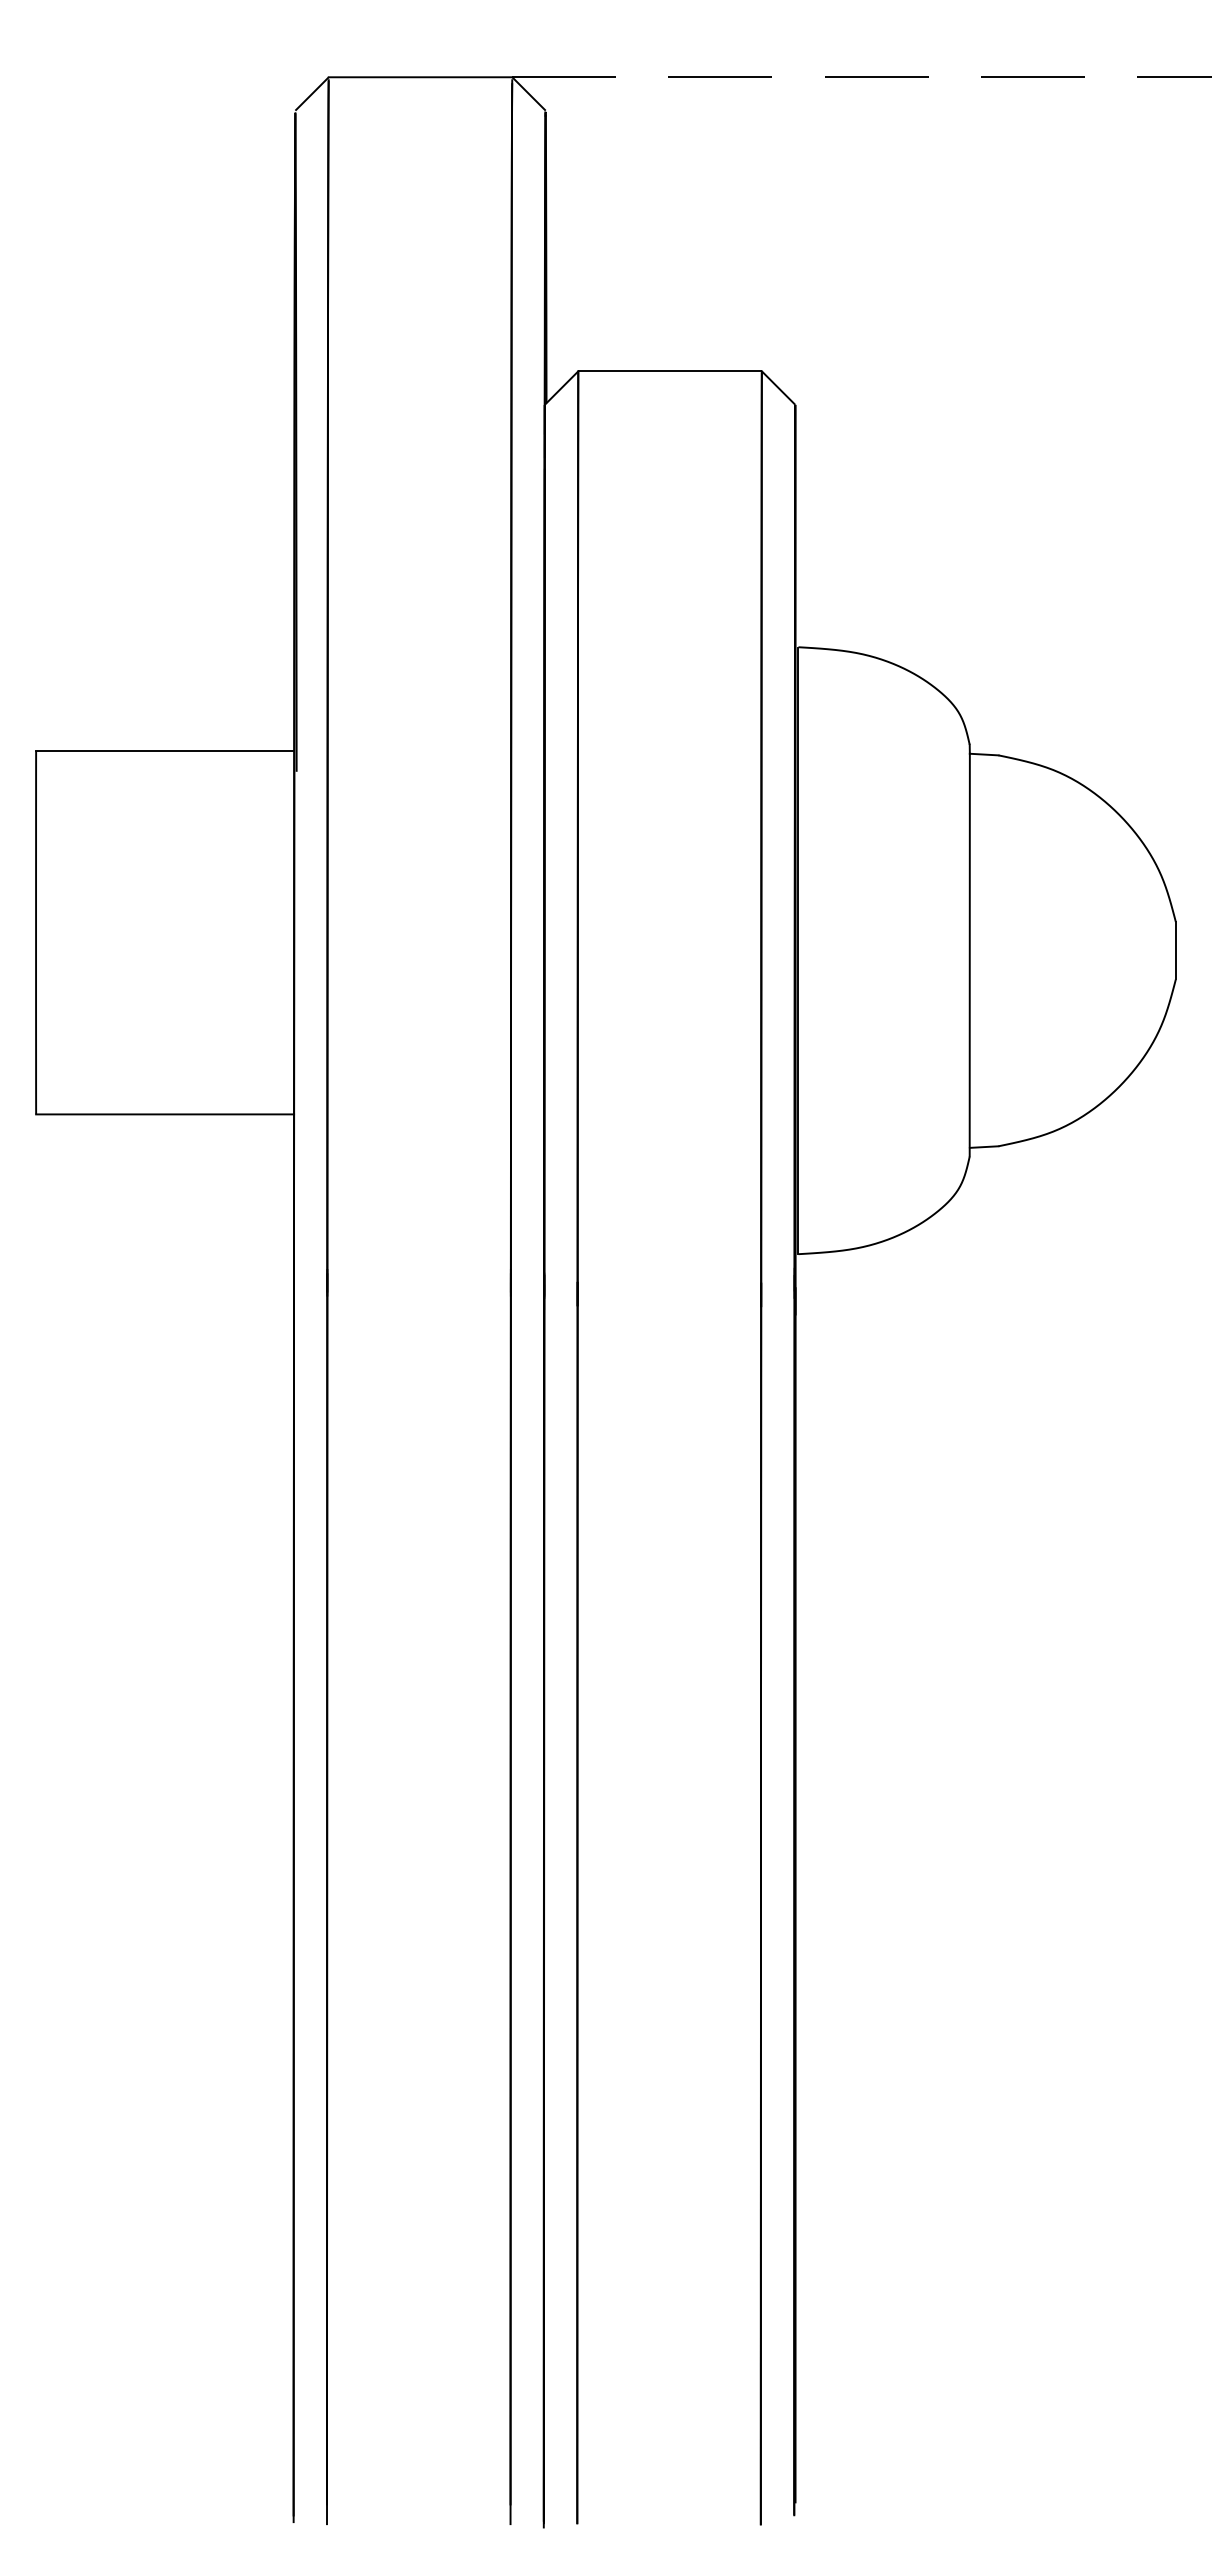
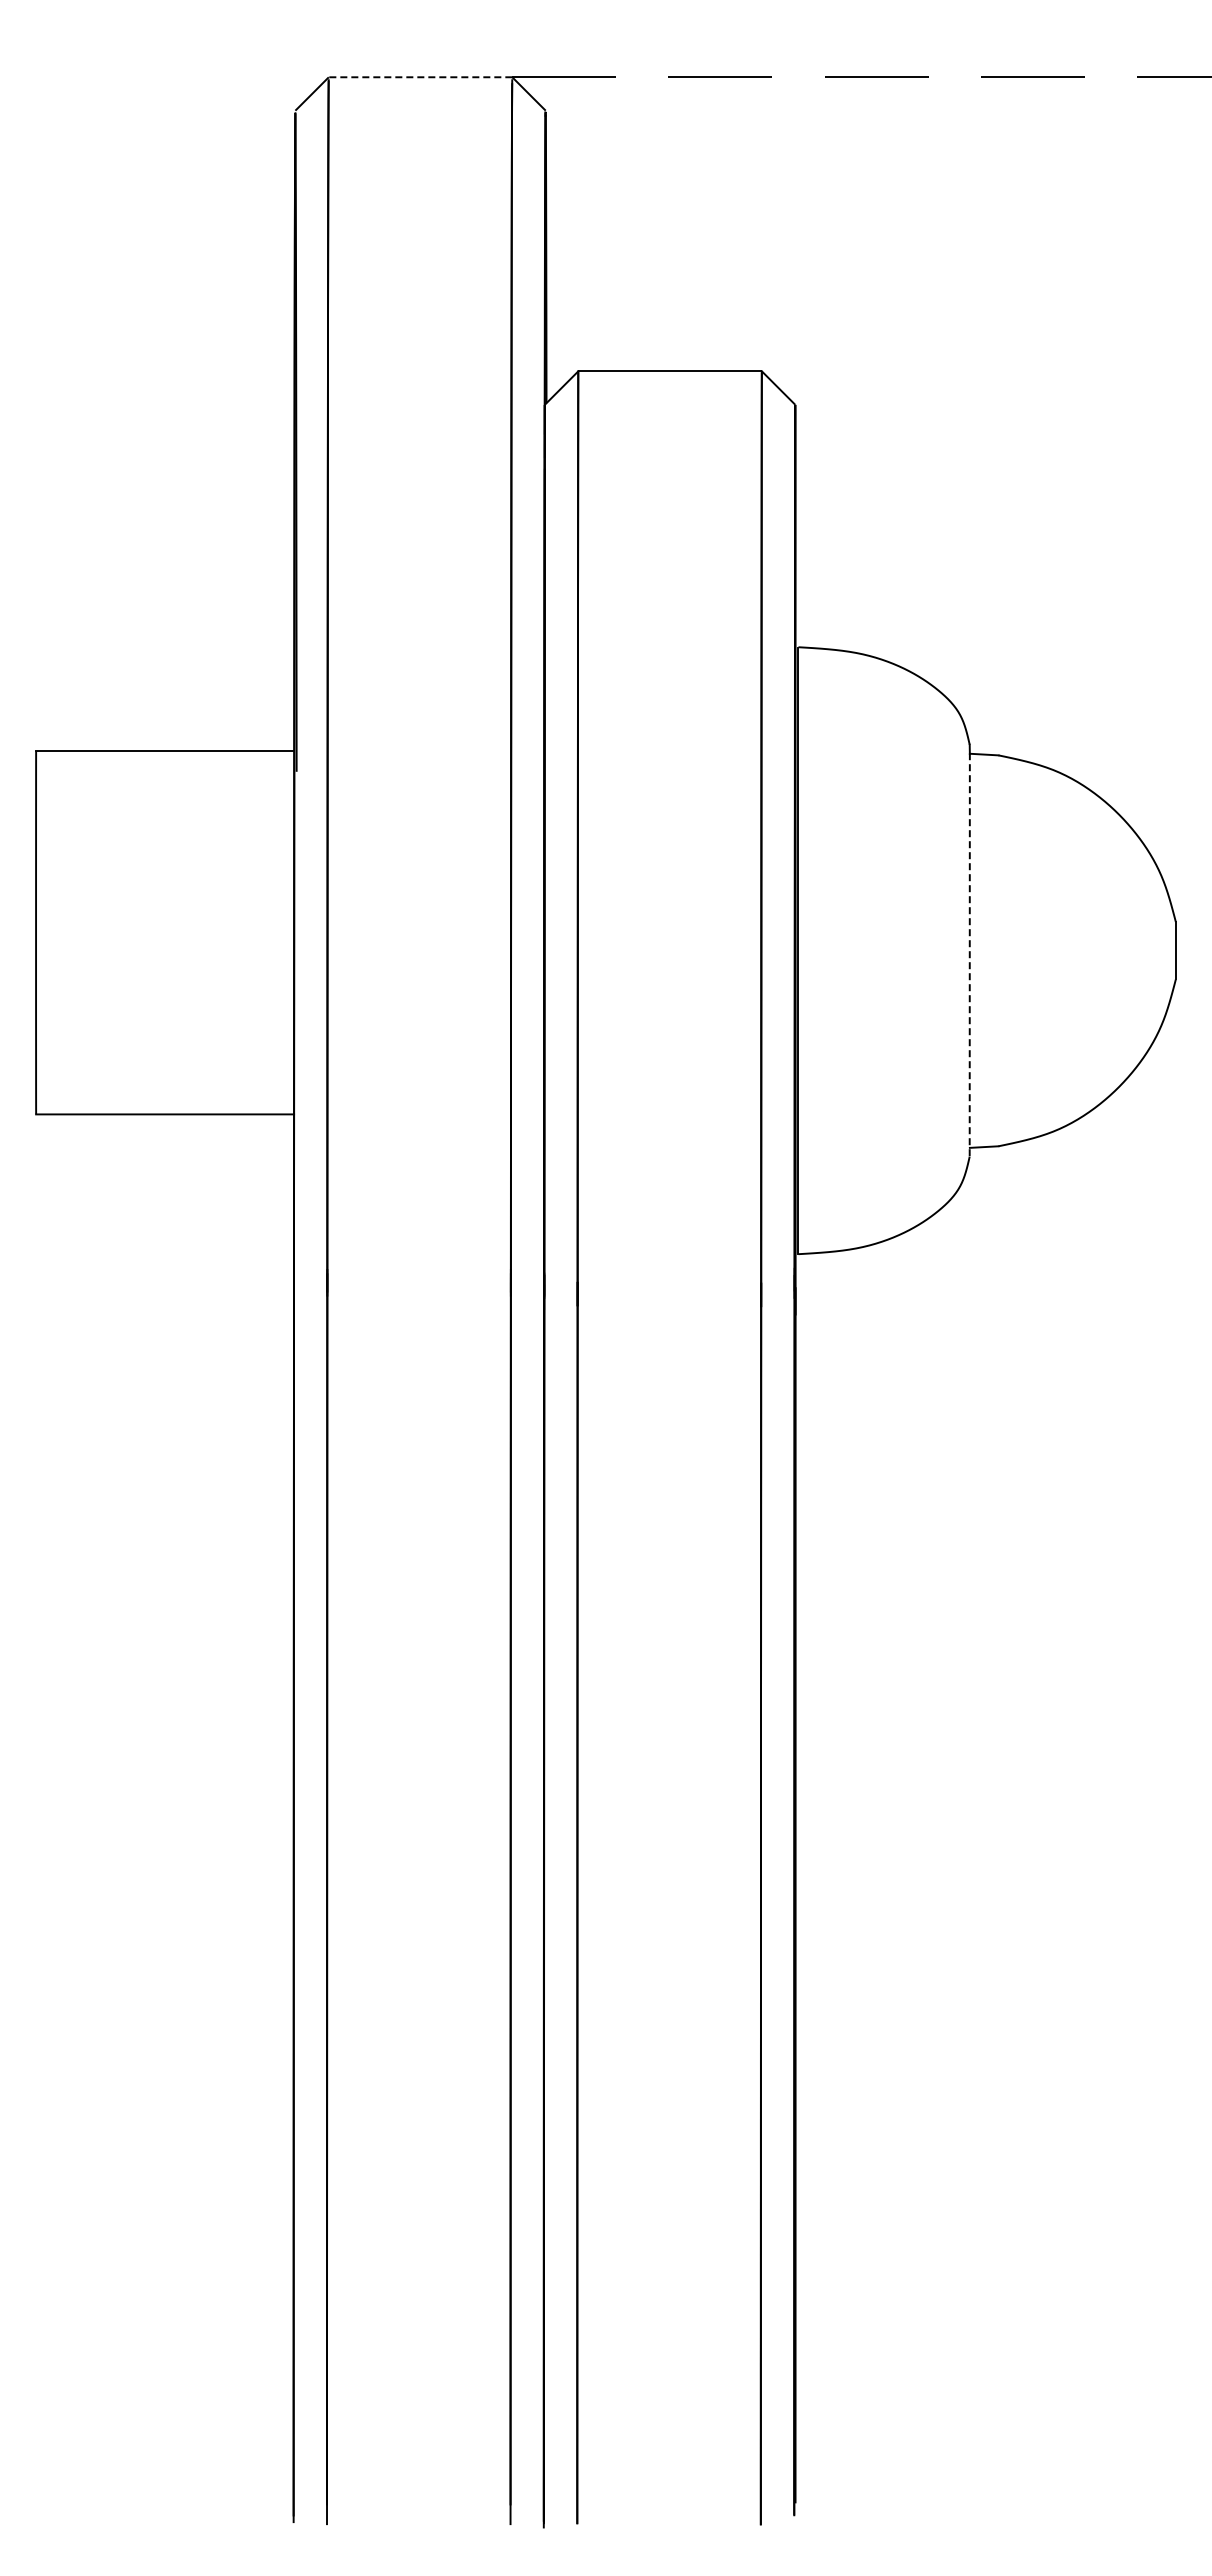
line at (420, 77): solid -> dashed
line at (969, 954): solid -> dashed
